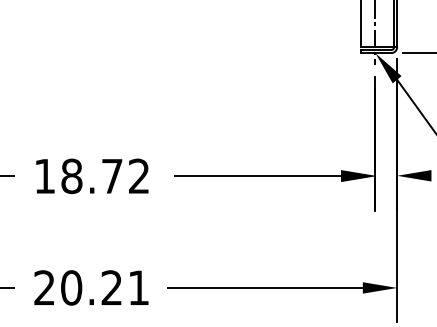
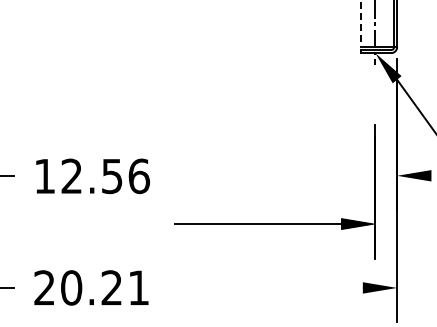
line at (360, 24): solid -> dashed
line at (418, 53): present -> none
part at (274, 175) position: (274, 175) -> (274, 223)
text at (105, 176): 18.72 -> 12.56
line at (265, 287): present -> none
